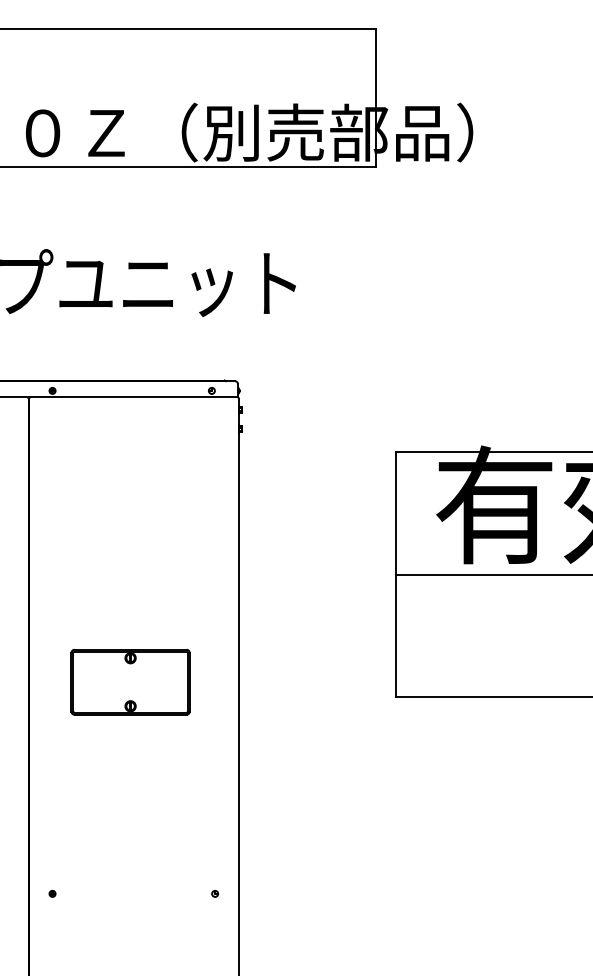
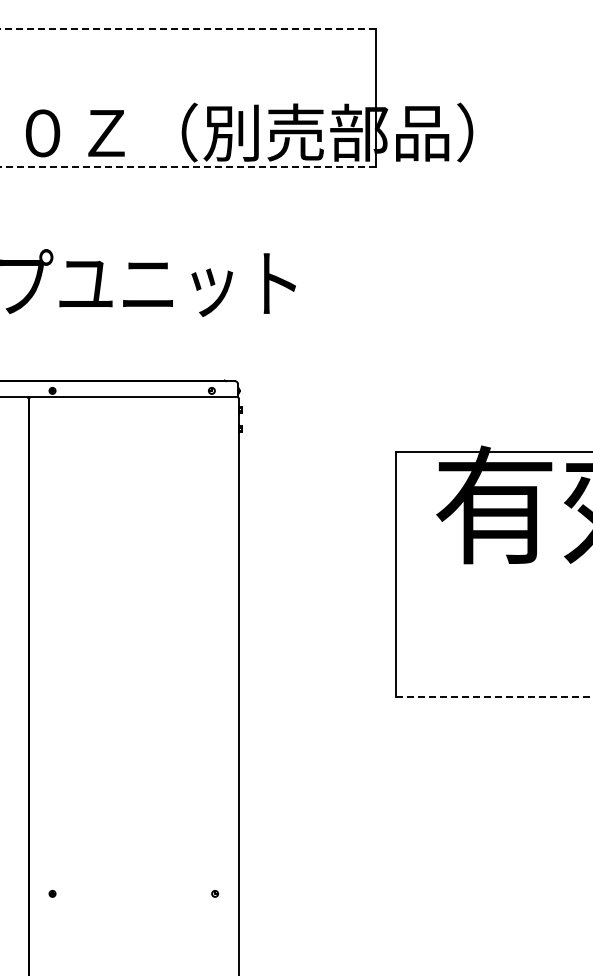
line at (187, 29): solid -> dashed
line at (188, 167): solid -> dashed
line at (492, 574): present -> none
part at (130, 682): present -> none
line at (494, 696): solid -> dashed
